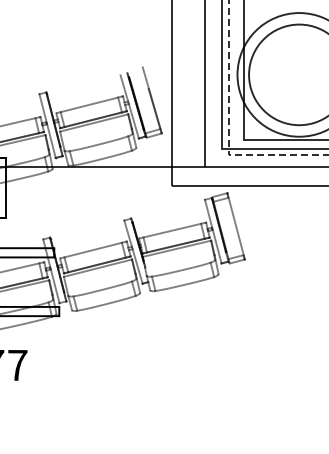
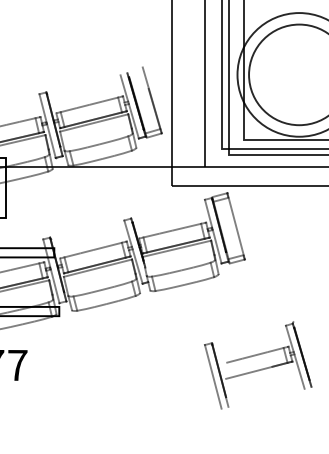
line at (228, 128): dashed -> solid
part at (258, 365): none -> present
